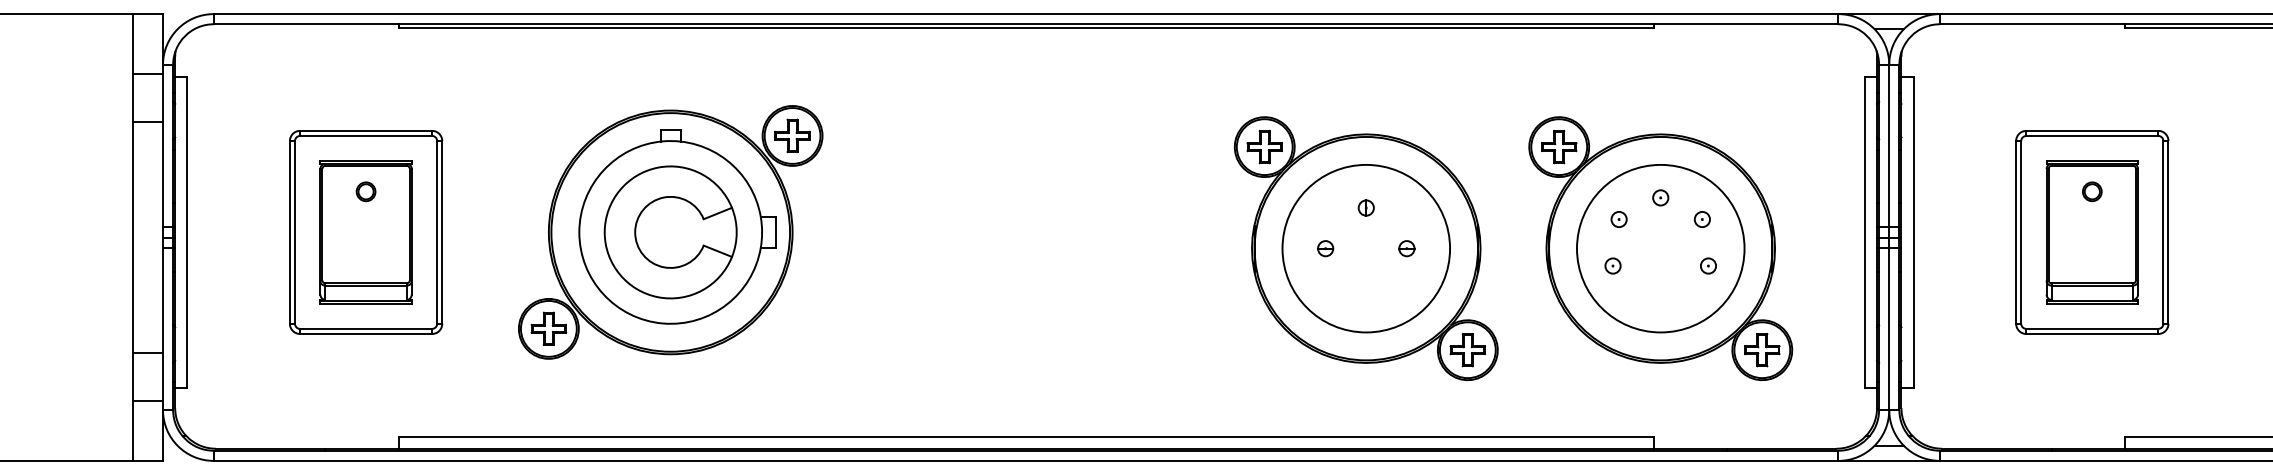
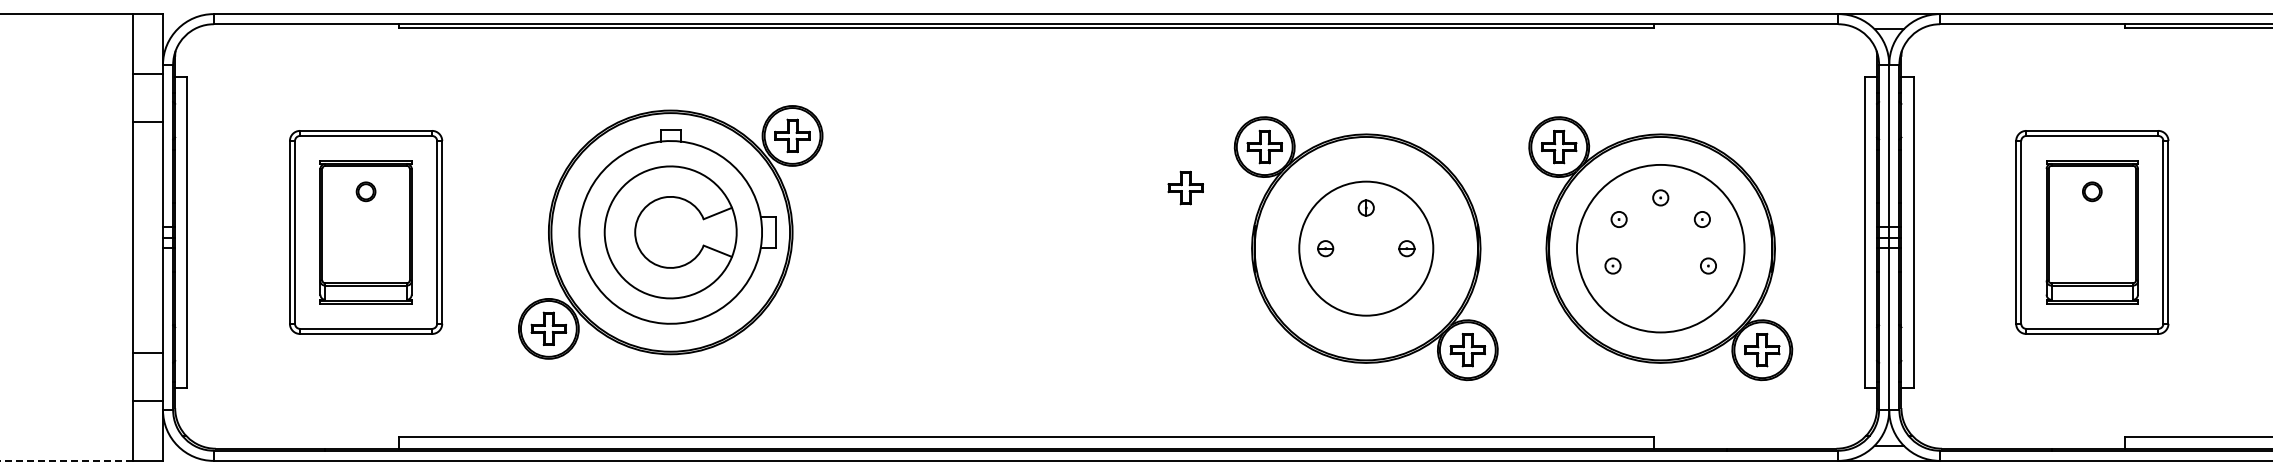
part at (1185, 187): none -> present
circle at (1366, 248) diameter: 168 px -> 134 px
line at (66, 460): solid -> dashed
